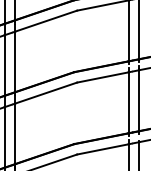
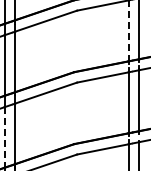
line at (128, 31): solid -> dashed
line at (4, 137): solid -> dashed
